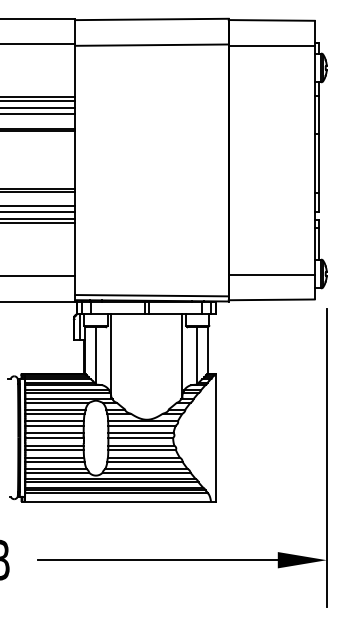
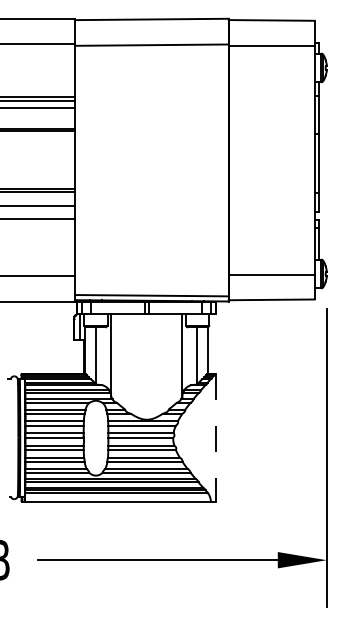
line at (38, 114): present -> none
line at (38, 212): present -> none
line at (38, 222): present -> none
line at (215, 438): solid -> dashed
